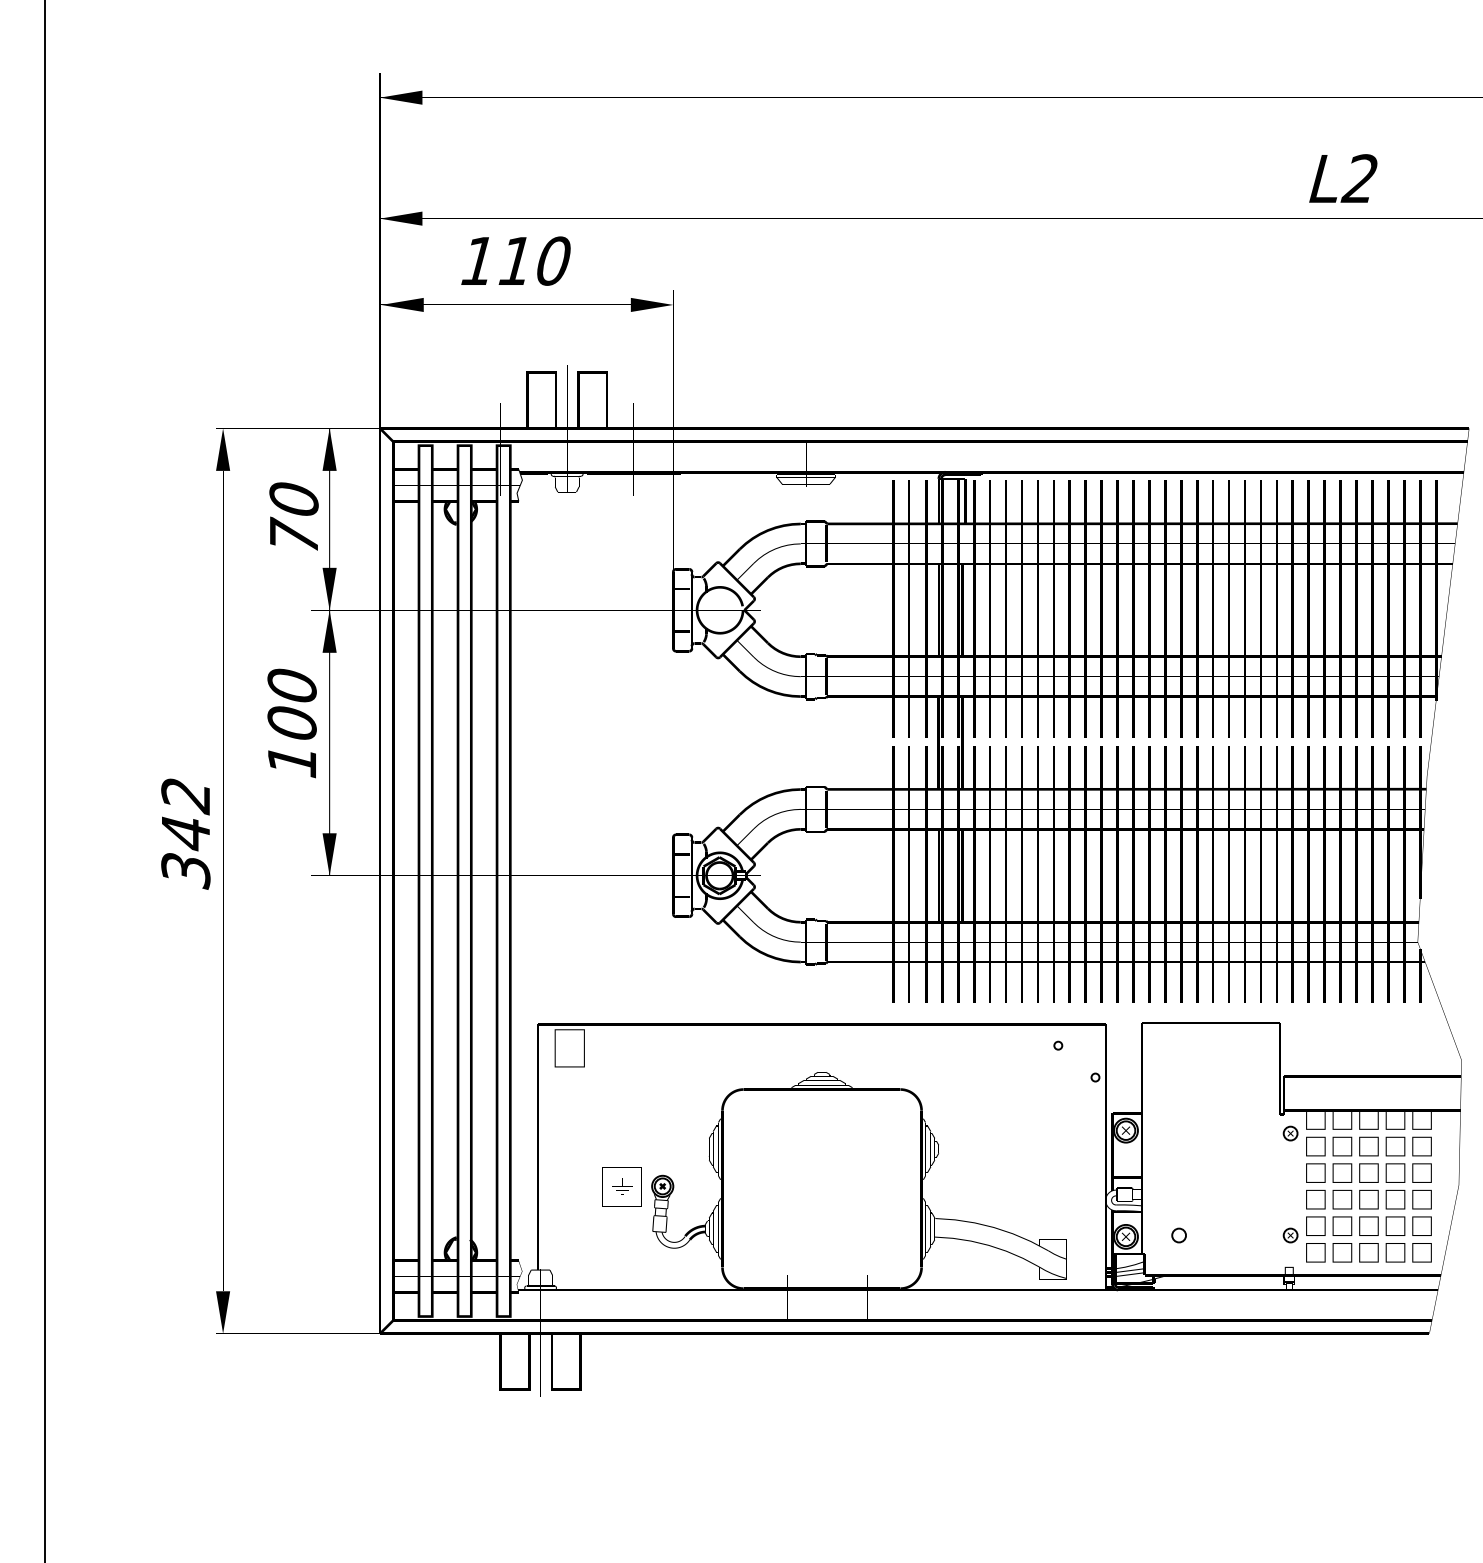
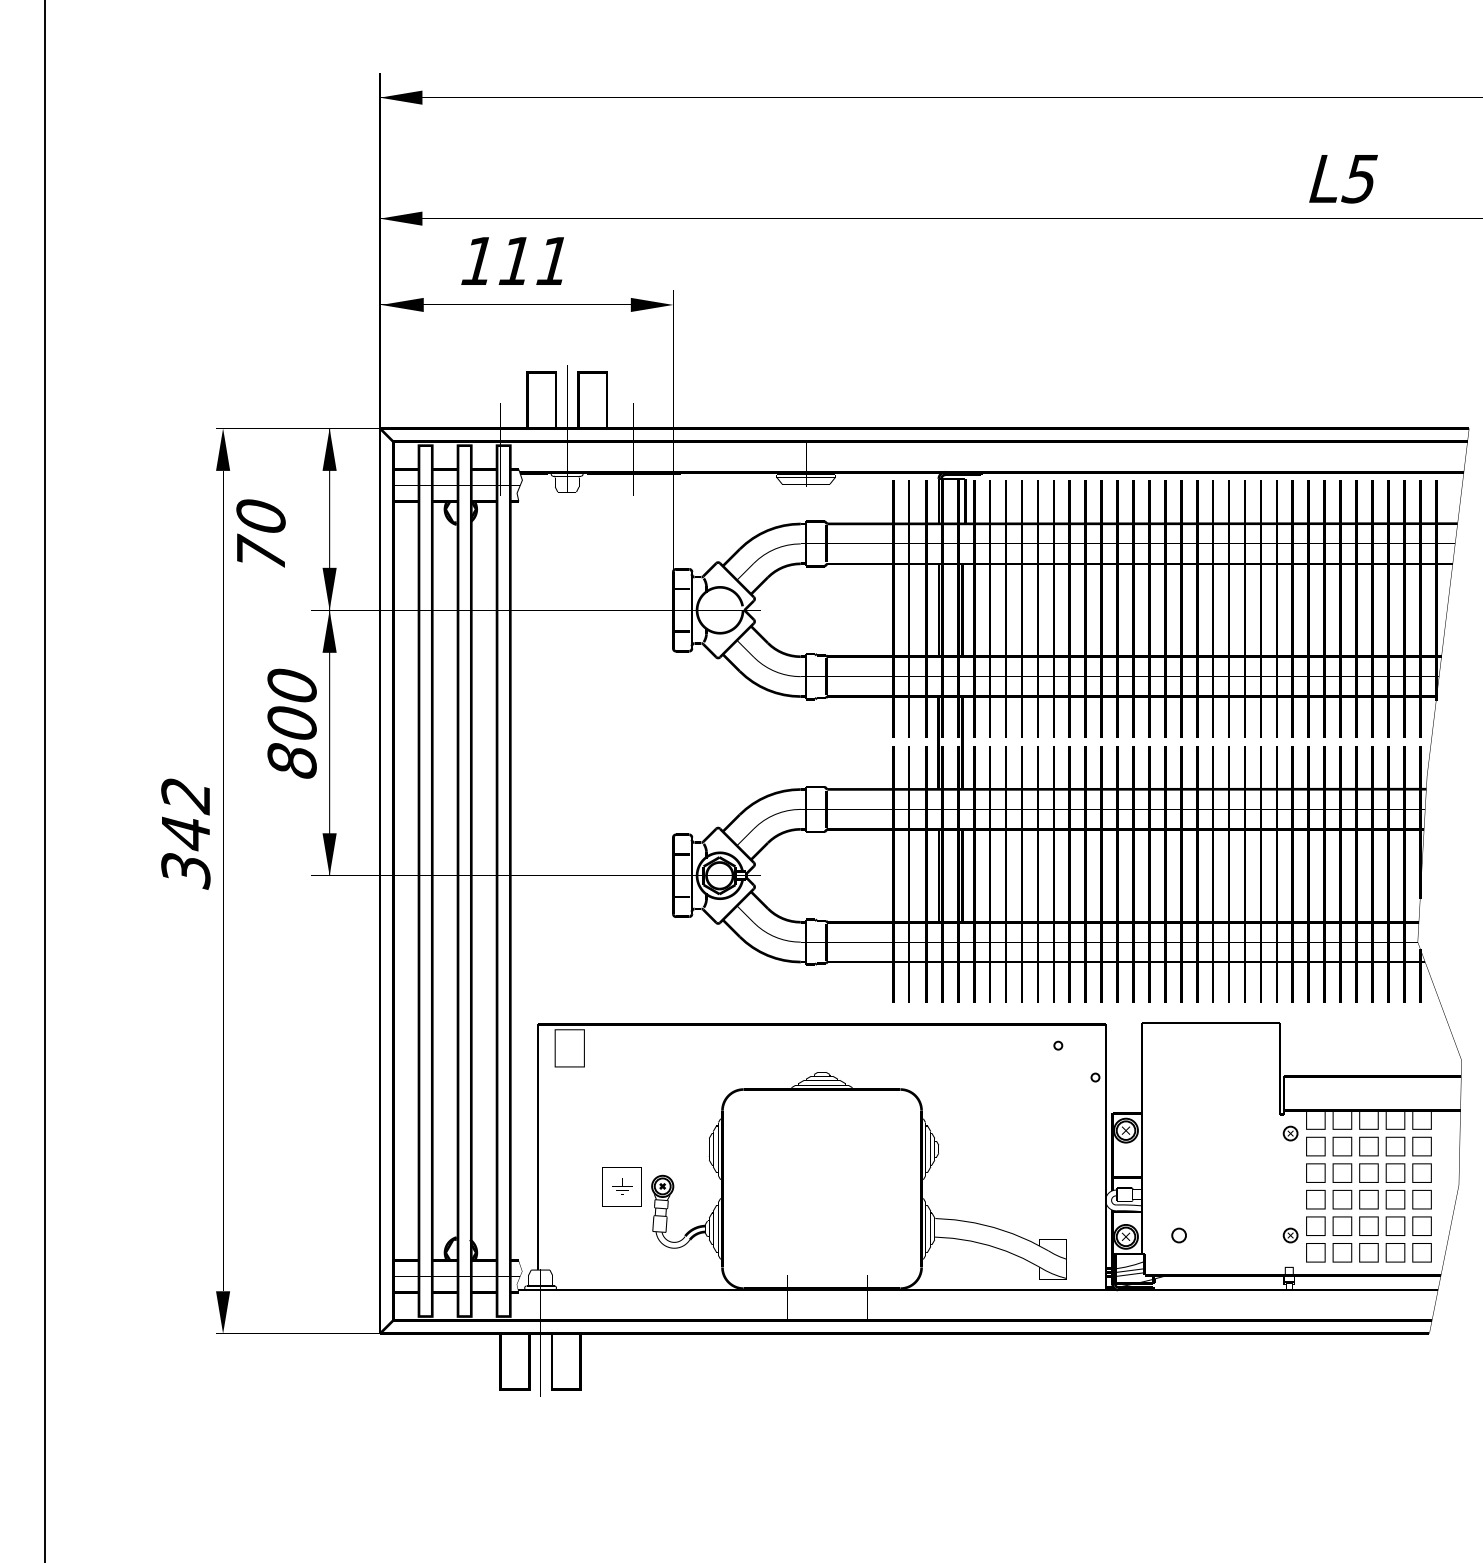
text at (1358, 178): L2 -> L5
text at (553, 260): 110 -> 111
text at (293, 516) position: (293, 516) -> (260, 533)
text at (291, 760): 100 -> 800
